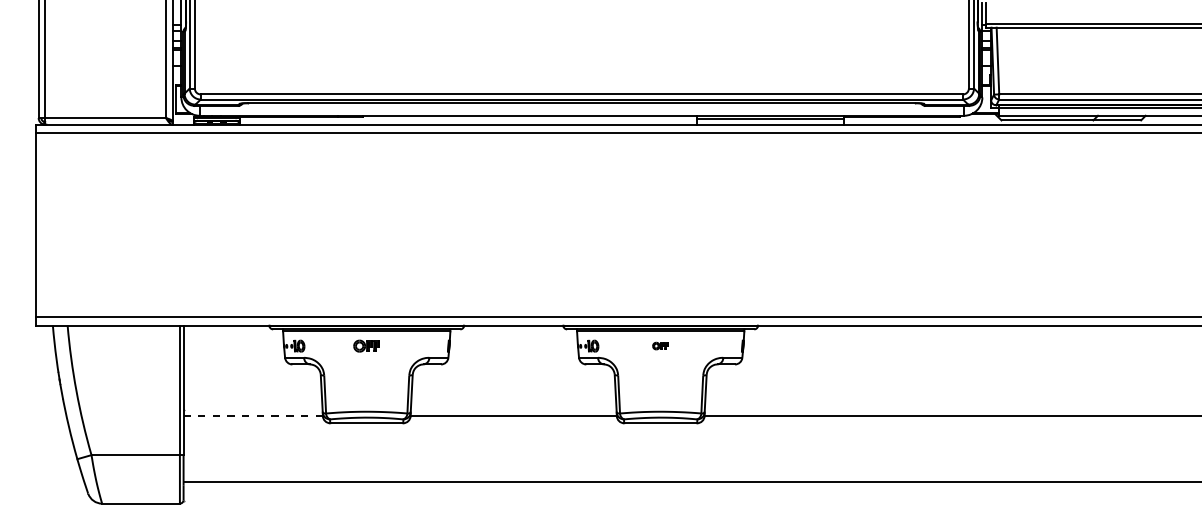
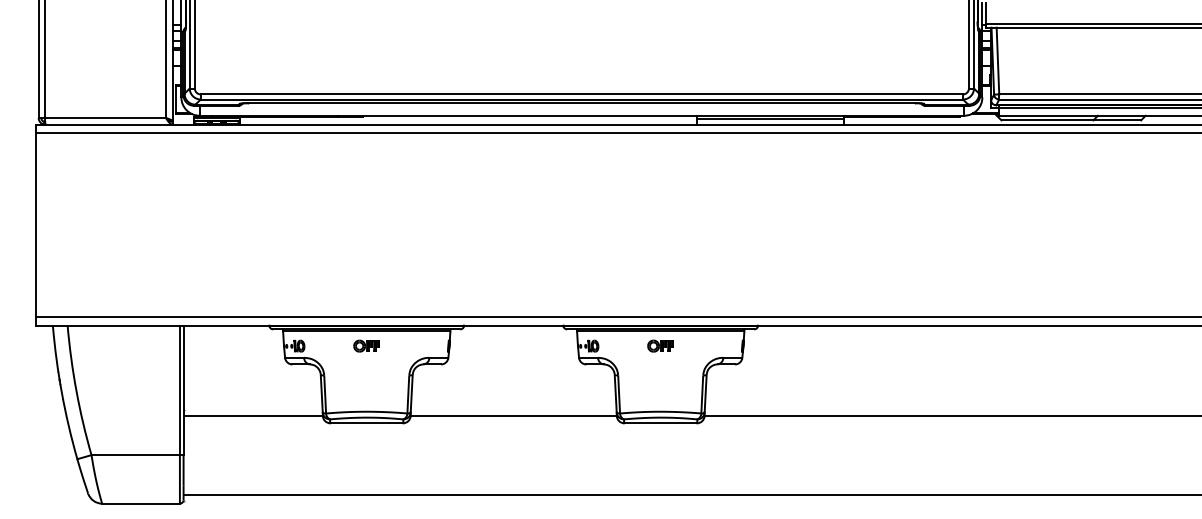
part at (660, 345) size: 17x10 px -> 27x14 px
line at (253, 415): dashed -> solid
line at (690, 481) position: (690, 481) -> (690, 494)
